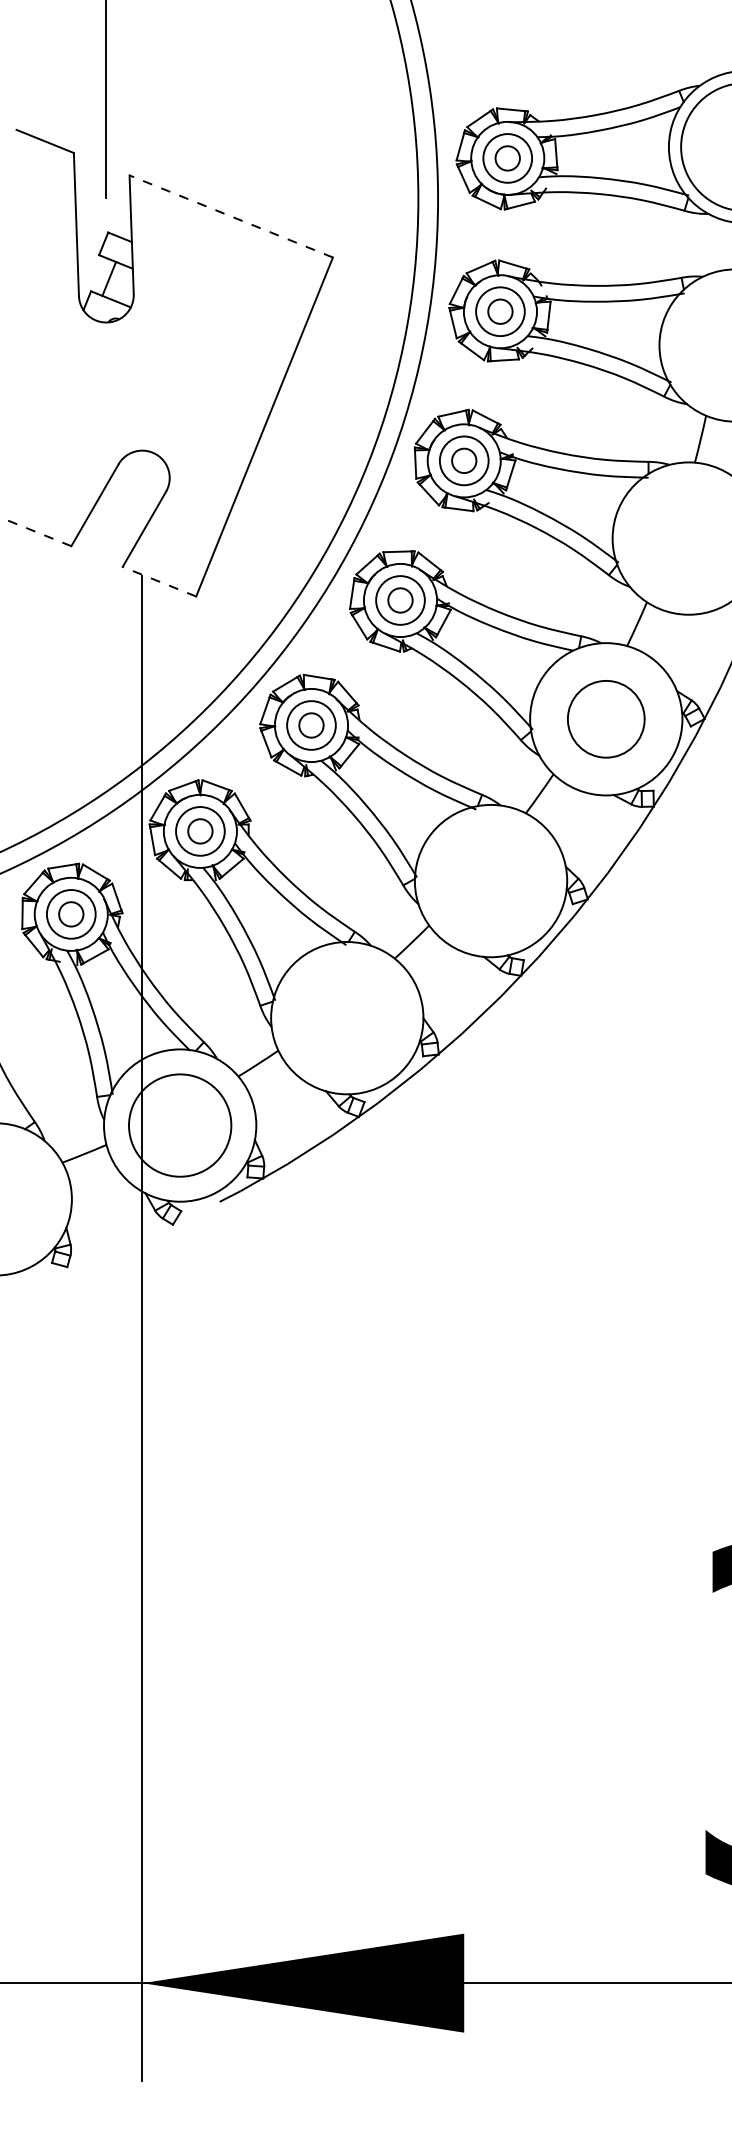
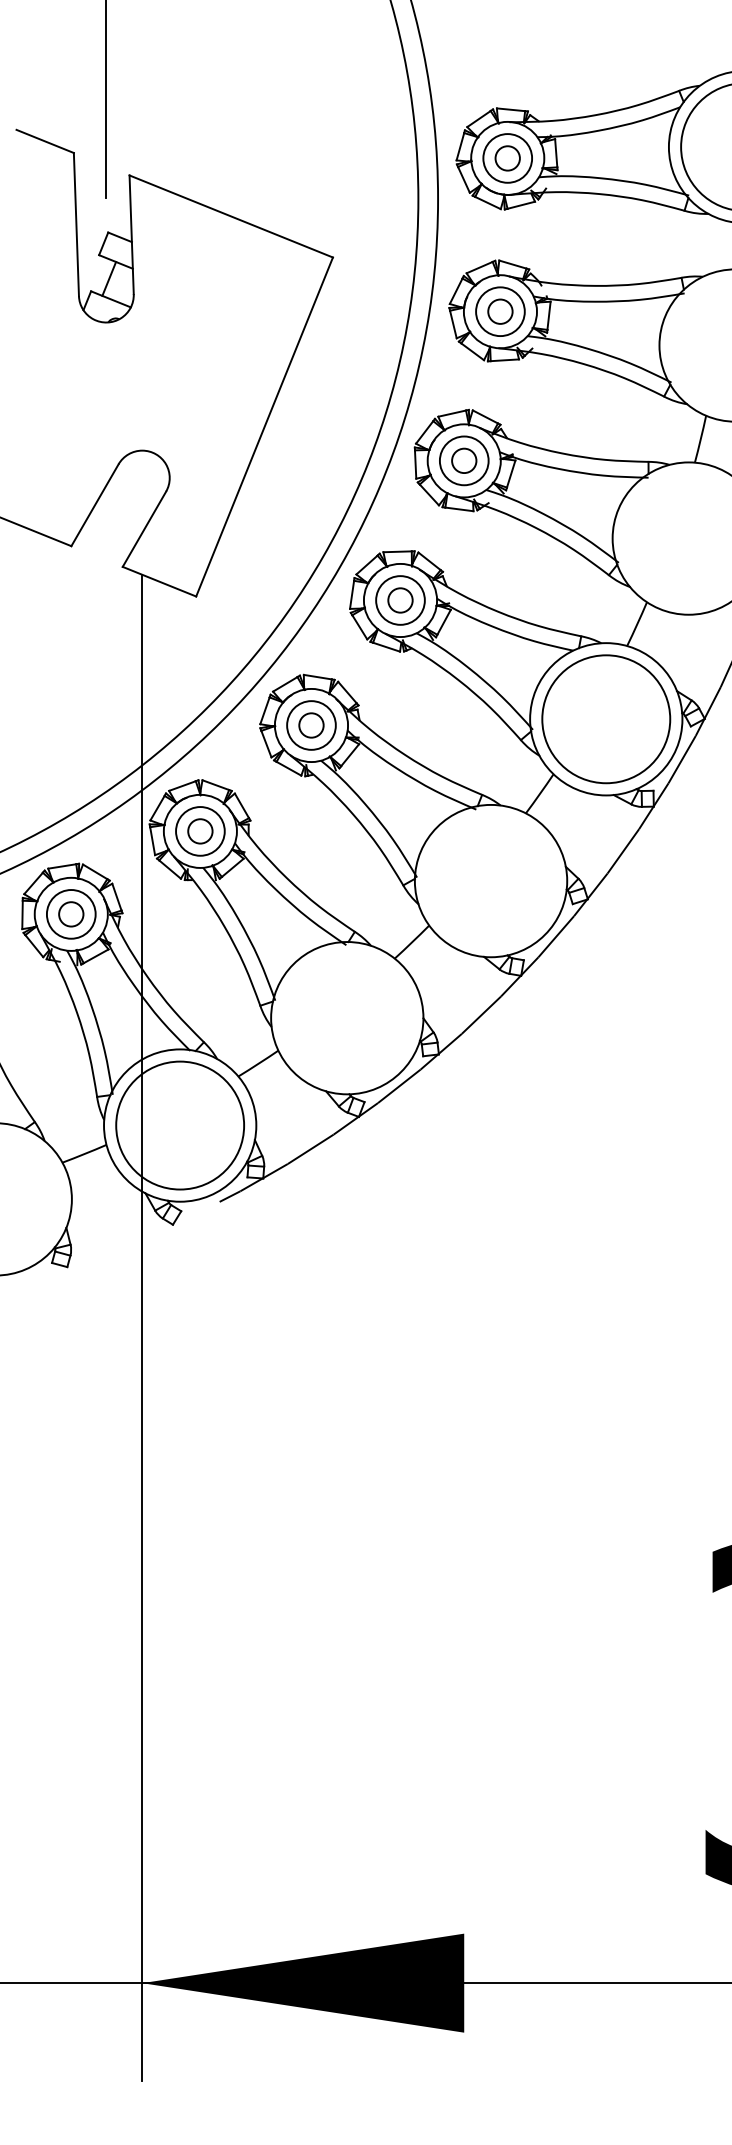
line at (231, 216): dashed -> solid
line at (35, 531): dashed -> solid
line at (159, 581): dashed -> solid
circle at (605, 718) diameter: 77 px -> 128 px
circle at (180, 1125) diameter: 102 px -> 128 px
